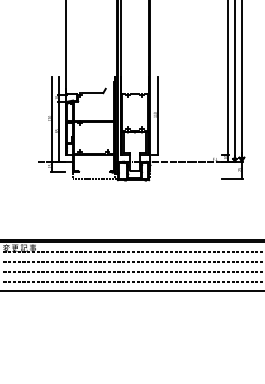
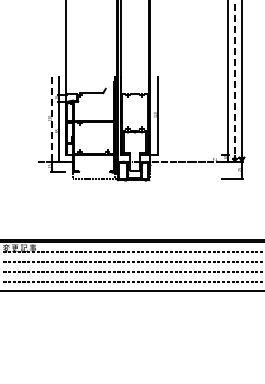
line at (234, 79): solid -> dashed
line at (51, 120): solid -> dashed
